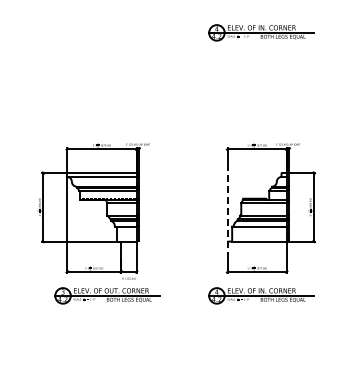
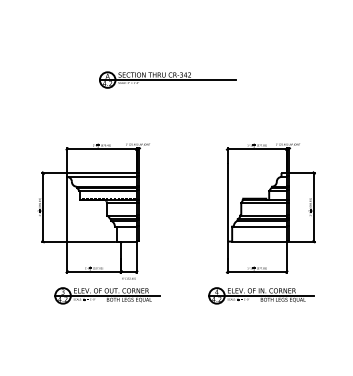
part at (261, 32): present -> none
part at (167, 79): none -> present
line at (227, 211): dashed -> solid
